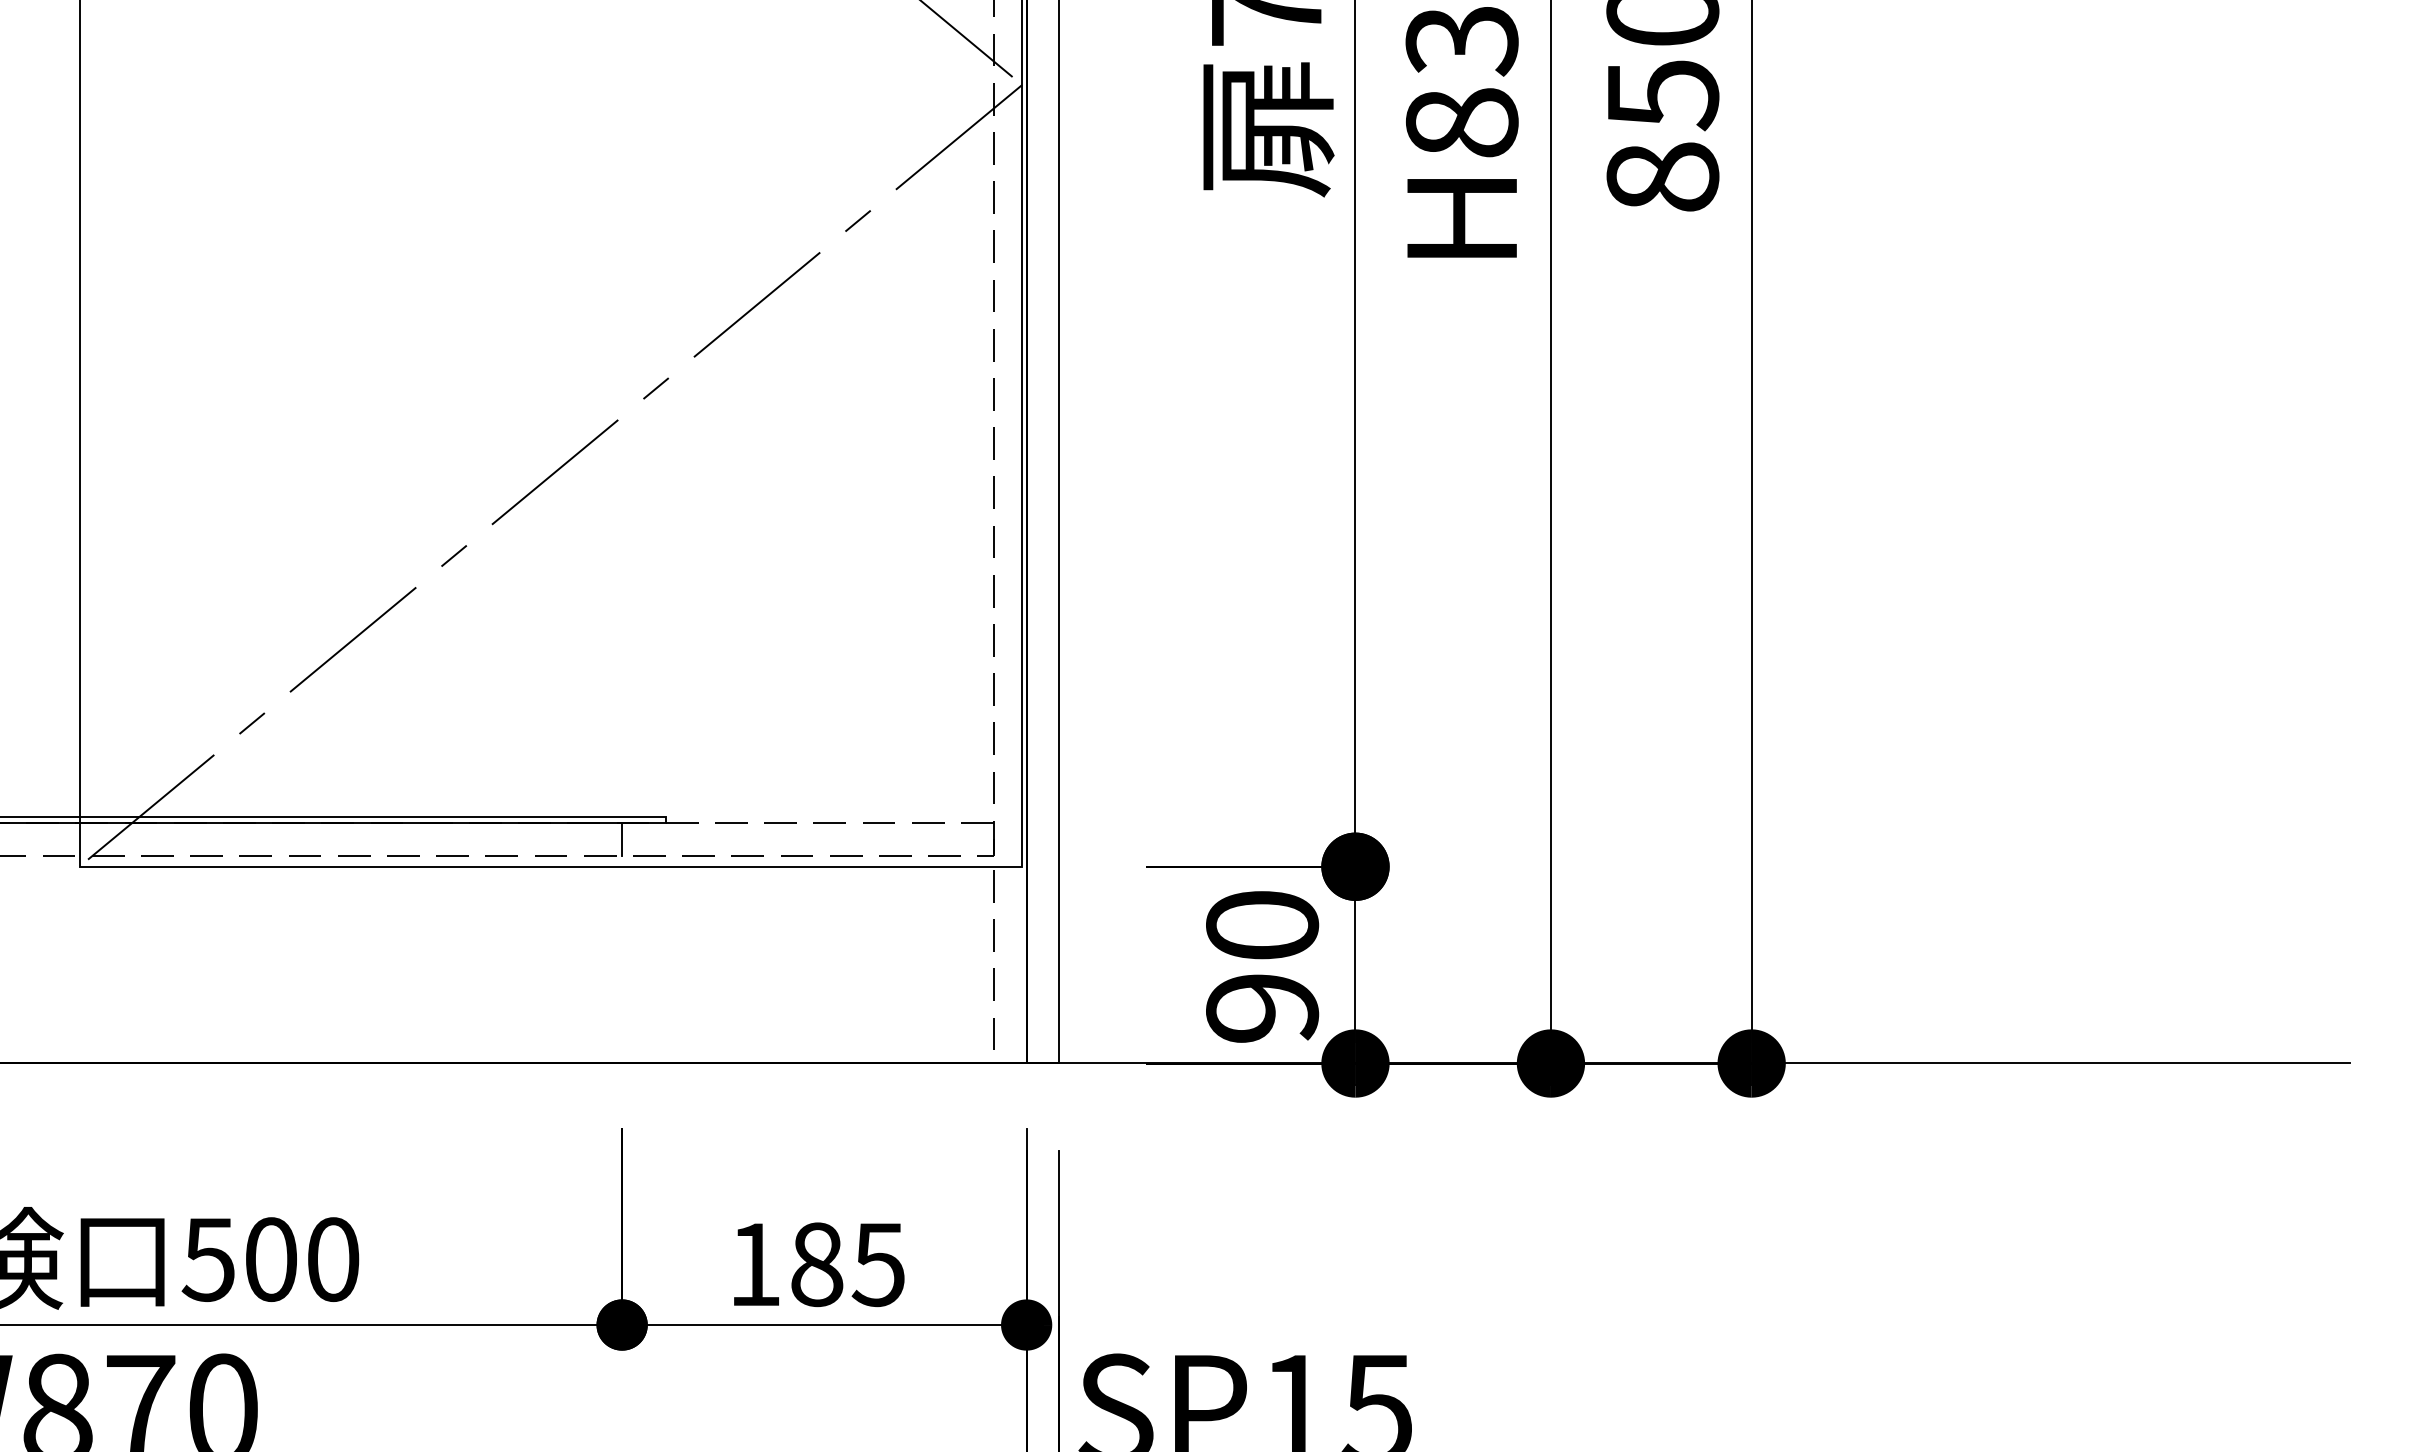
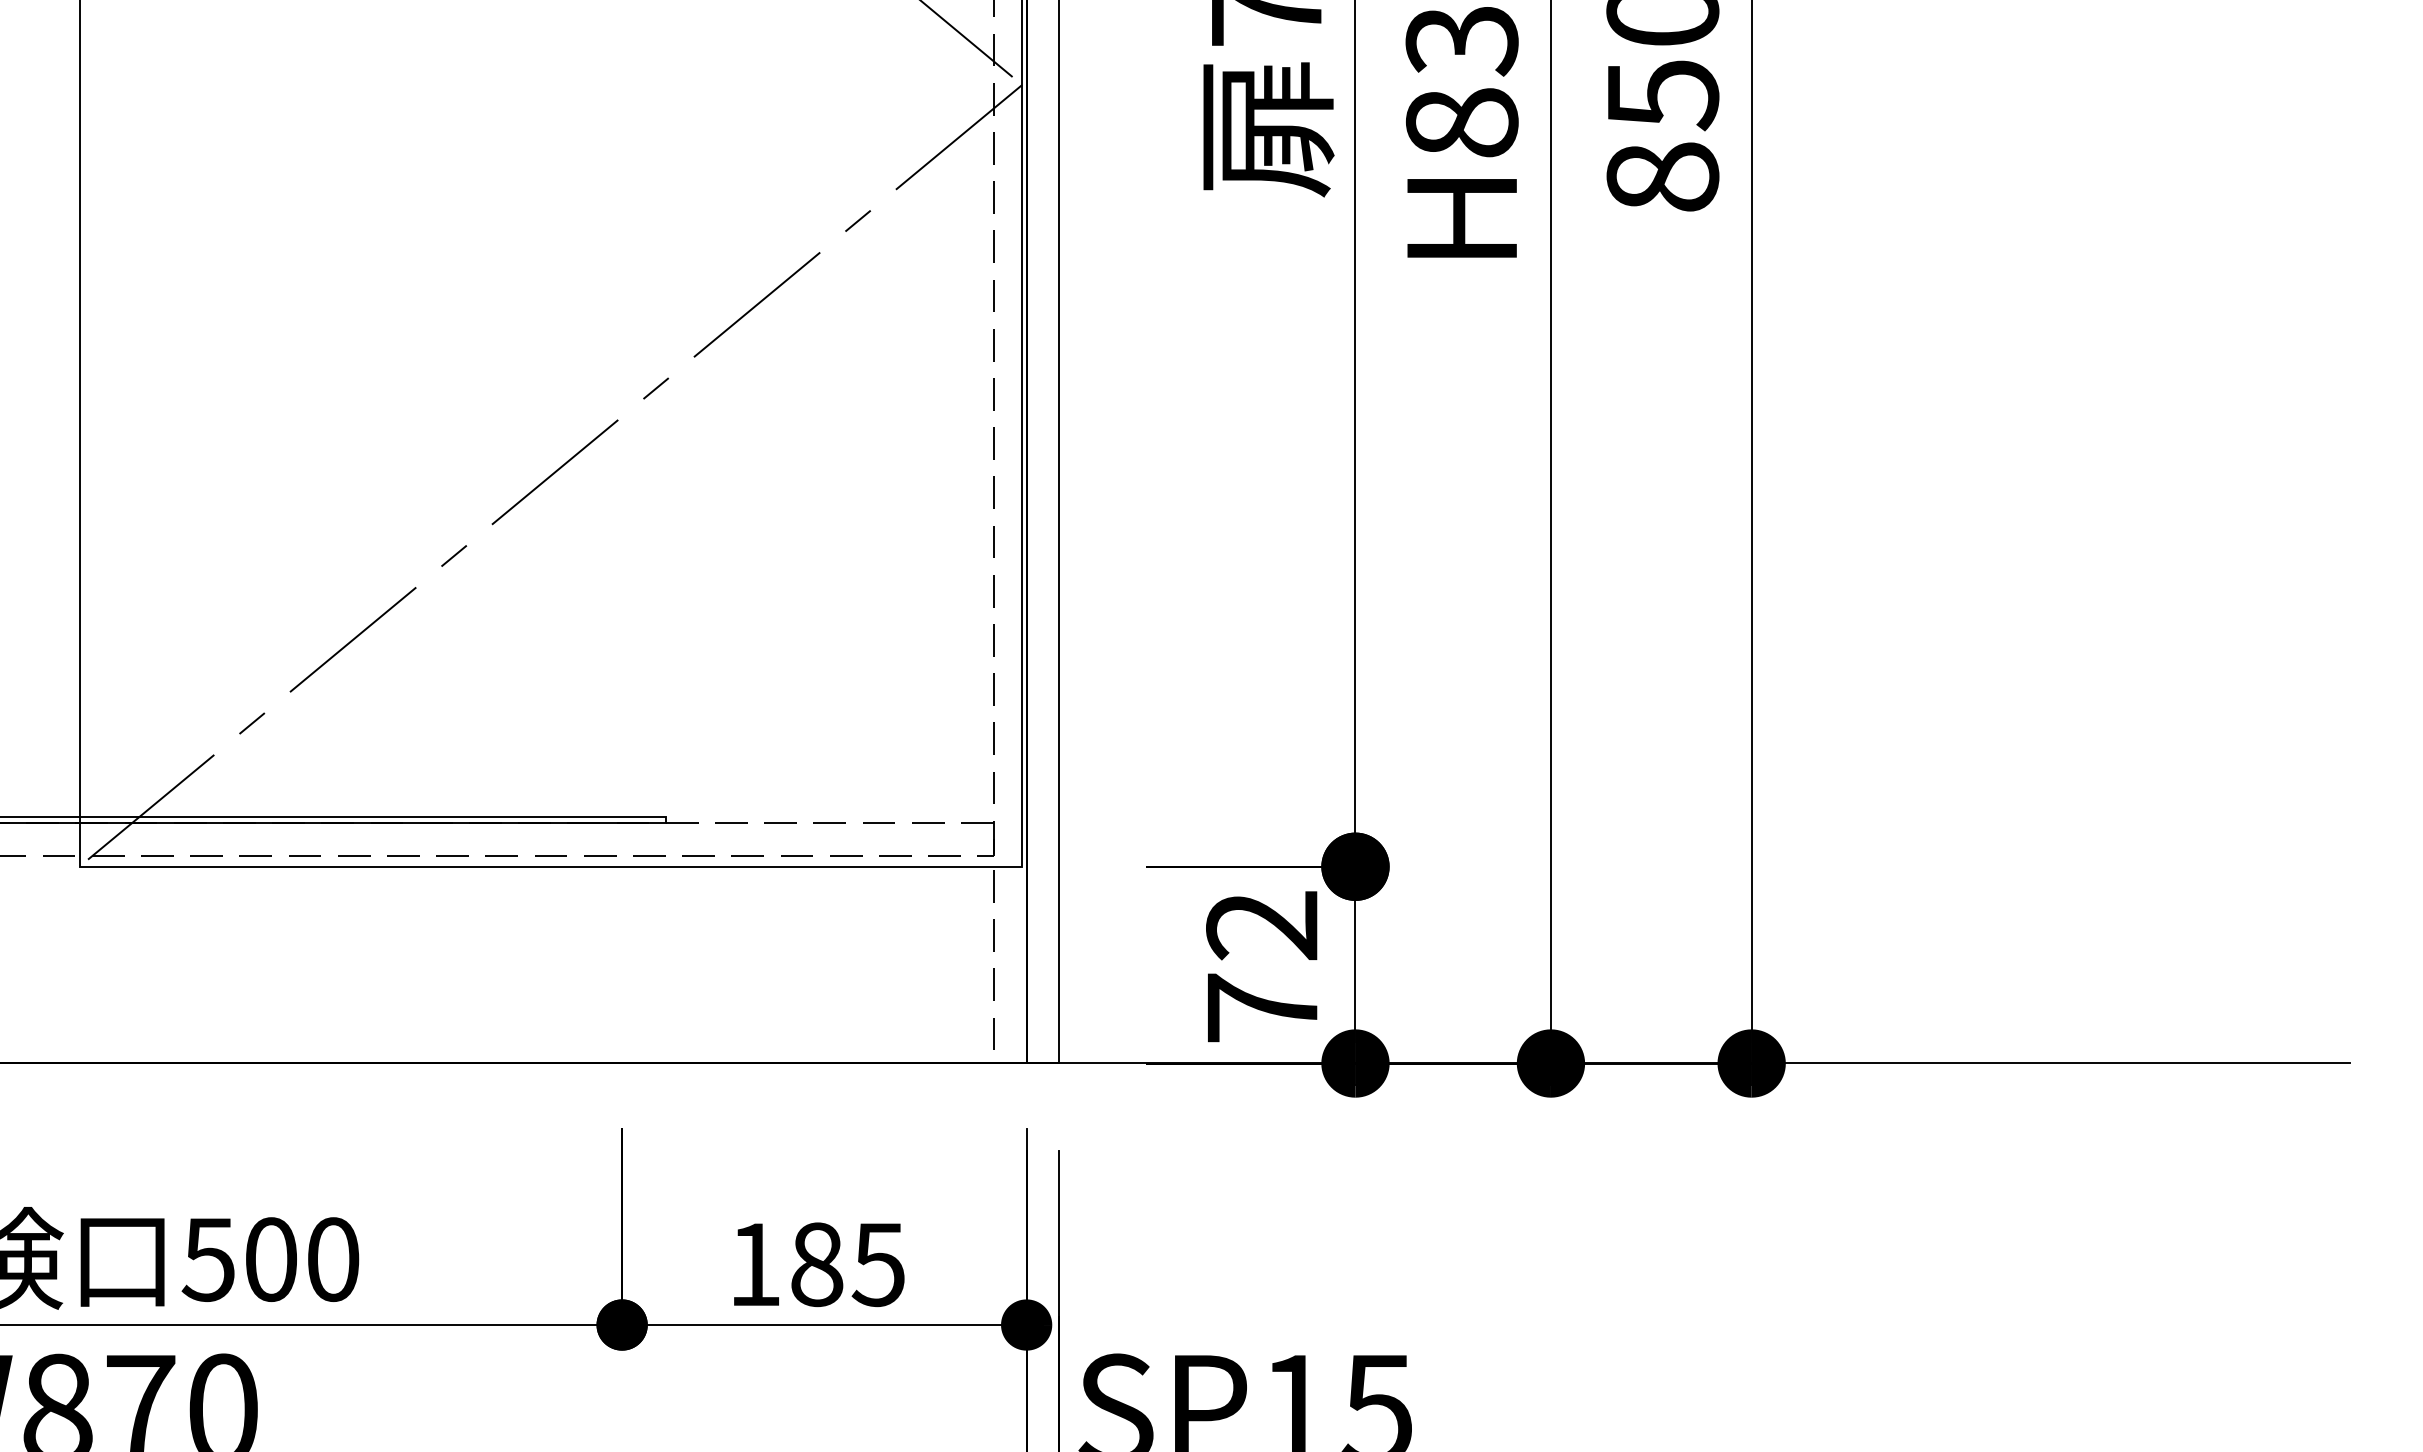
line at (622, 838): present -> none
text at (1262, 966): 90 -> 72
